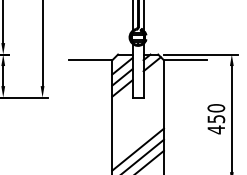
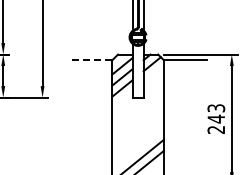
line at (90, 60): solid -> dashed
text at (216, 119): 450 -> 243
line at (137, 149): present -> none
